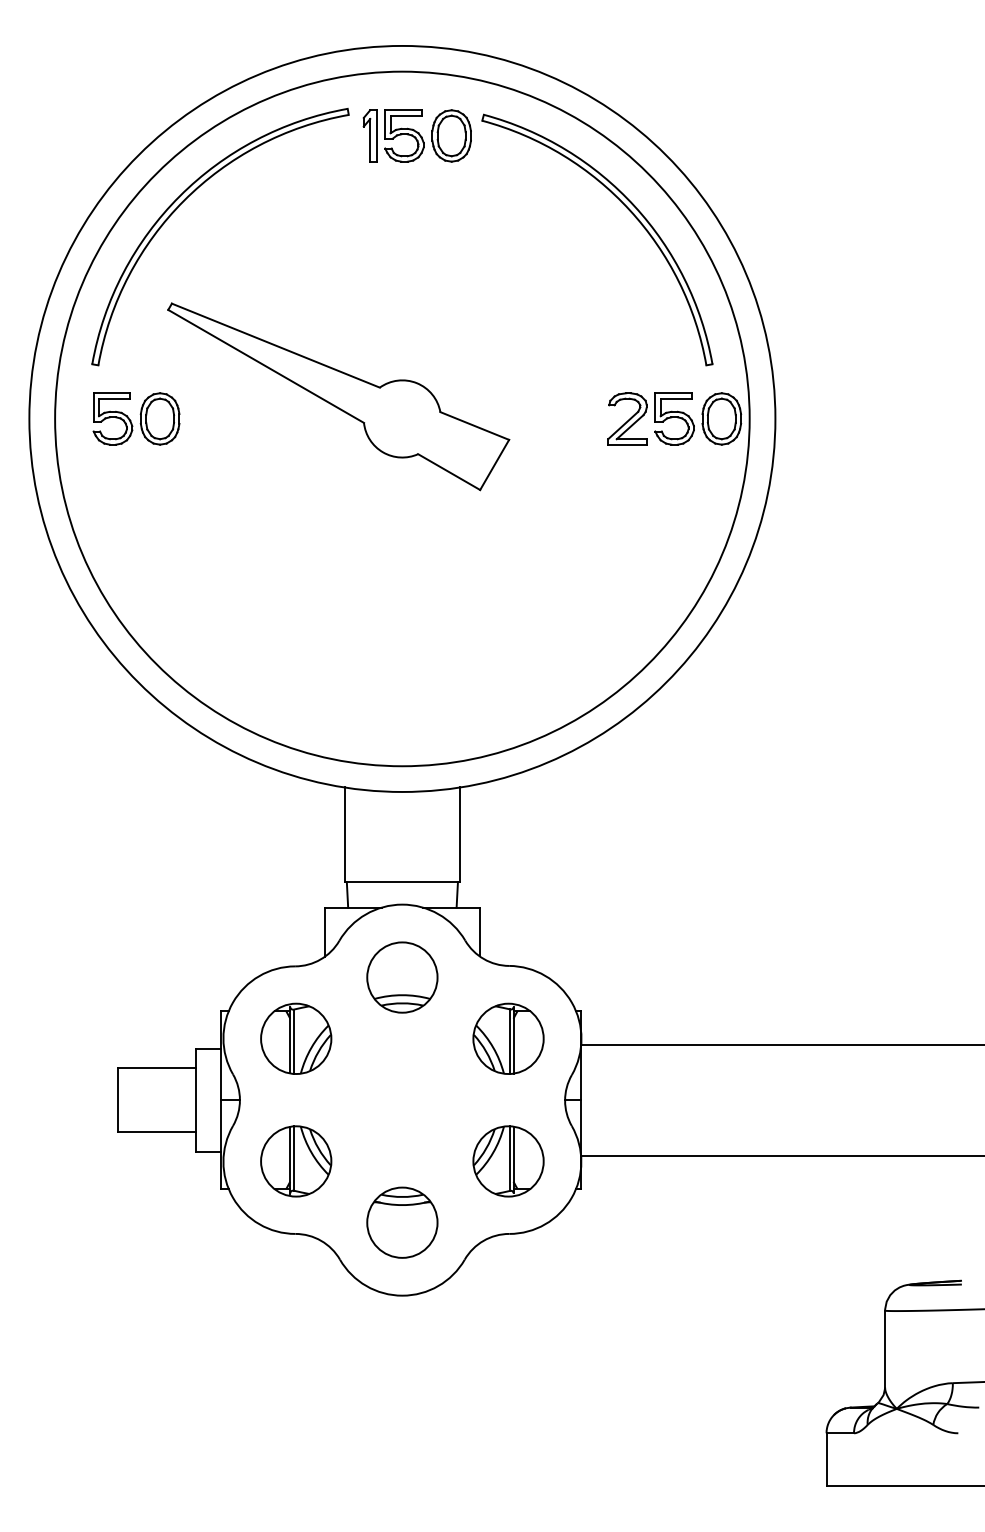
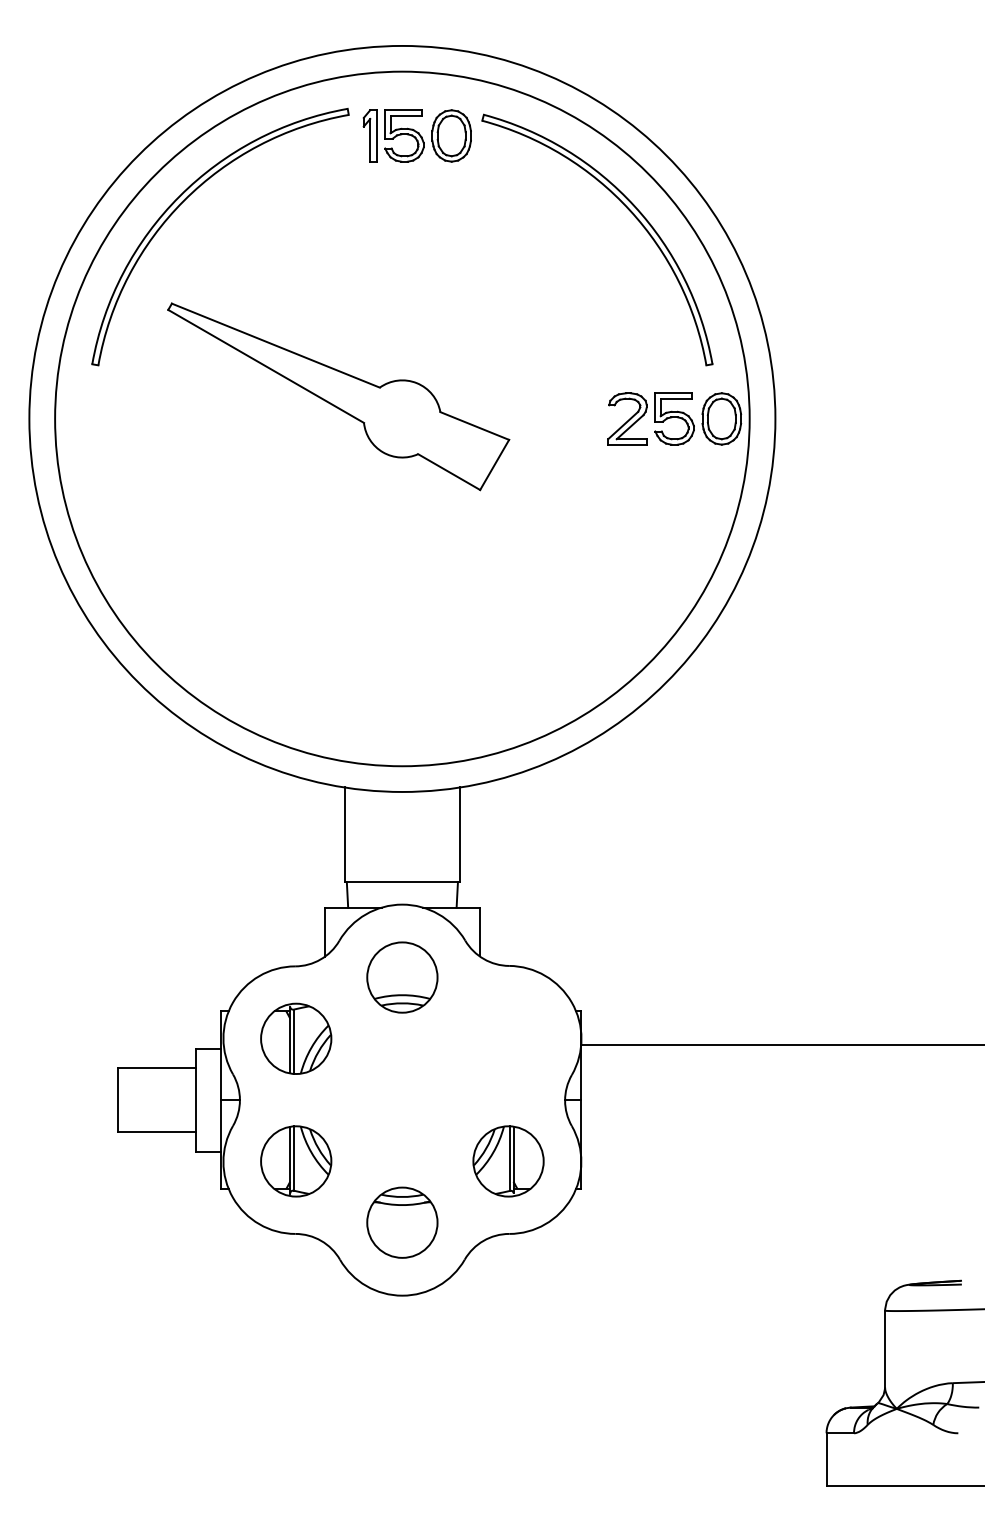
part at (136, 418): present -> none
part at (508, 1038): present -> none
line at (781, 1155): present -> none
